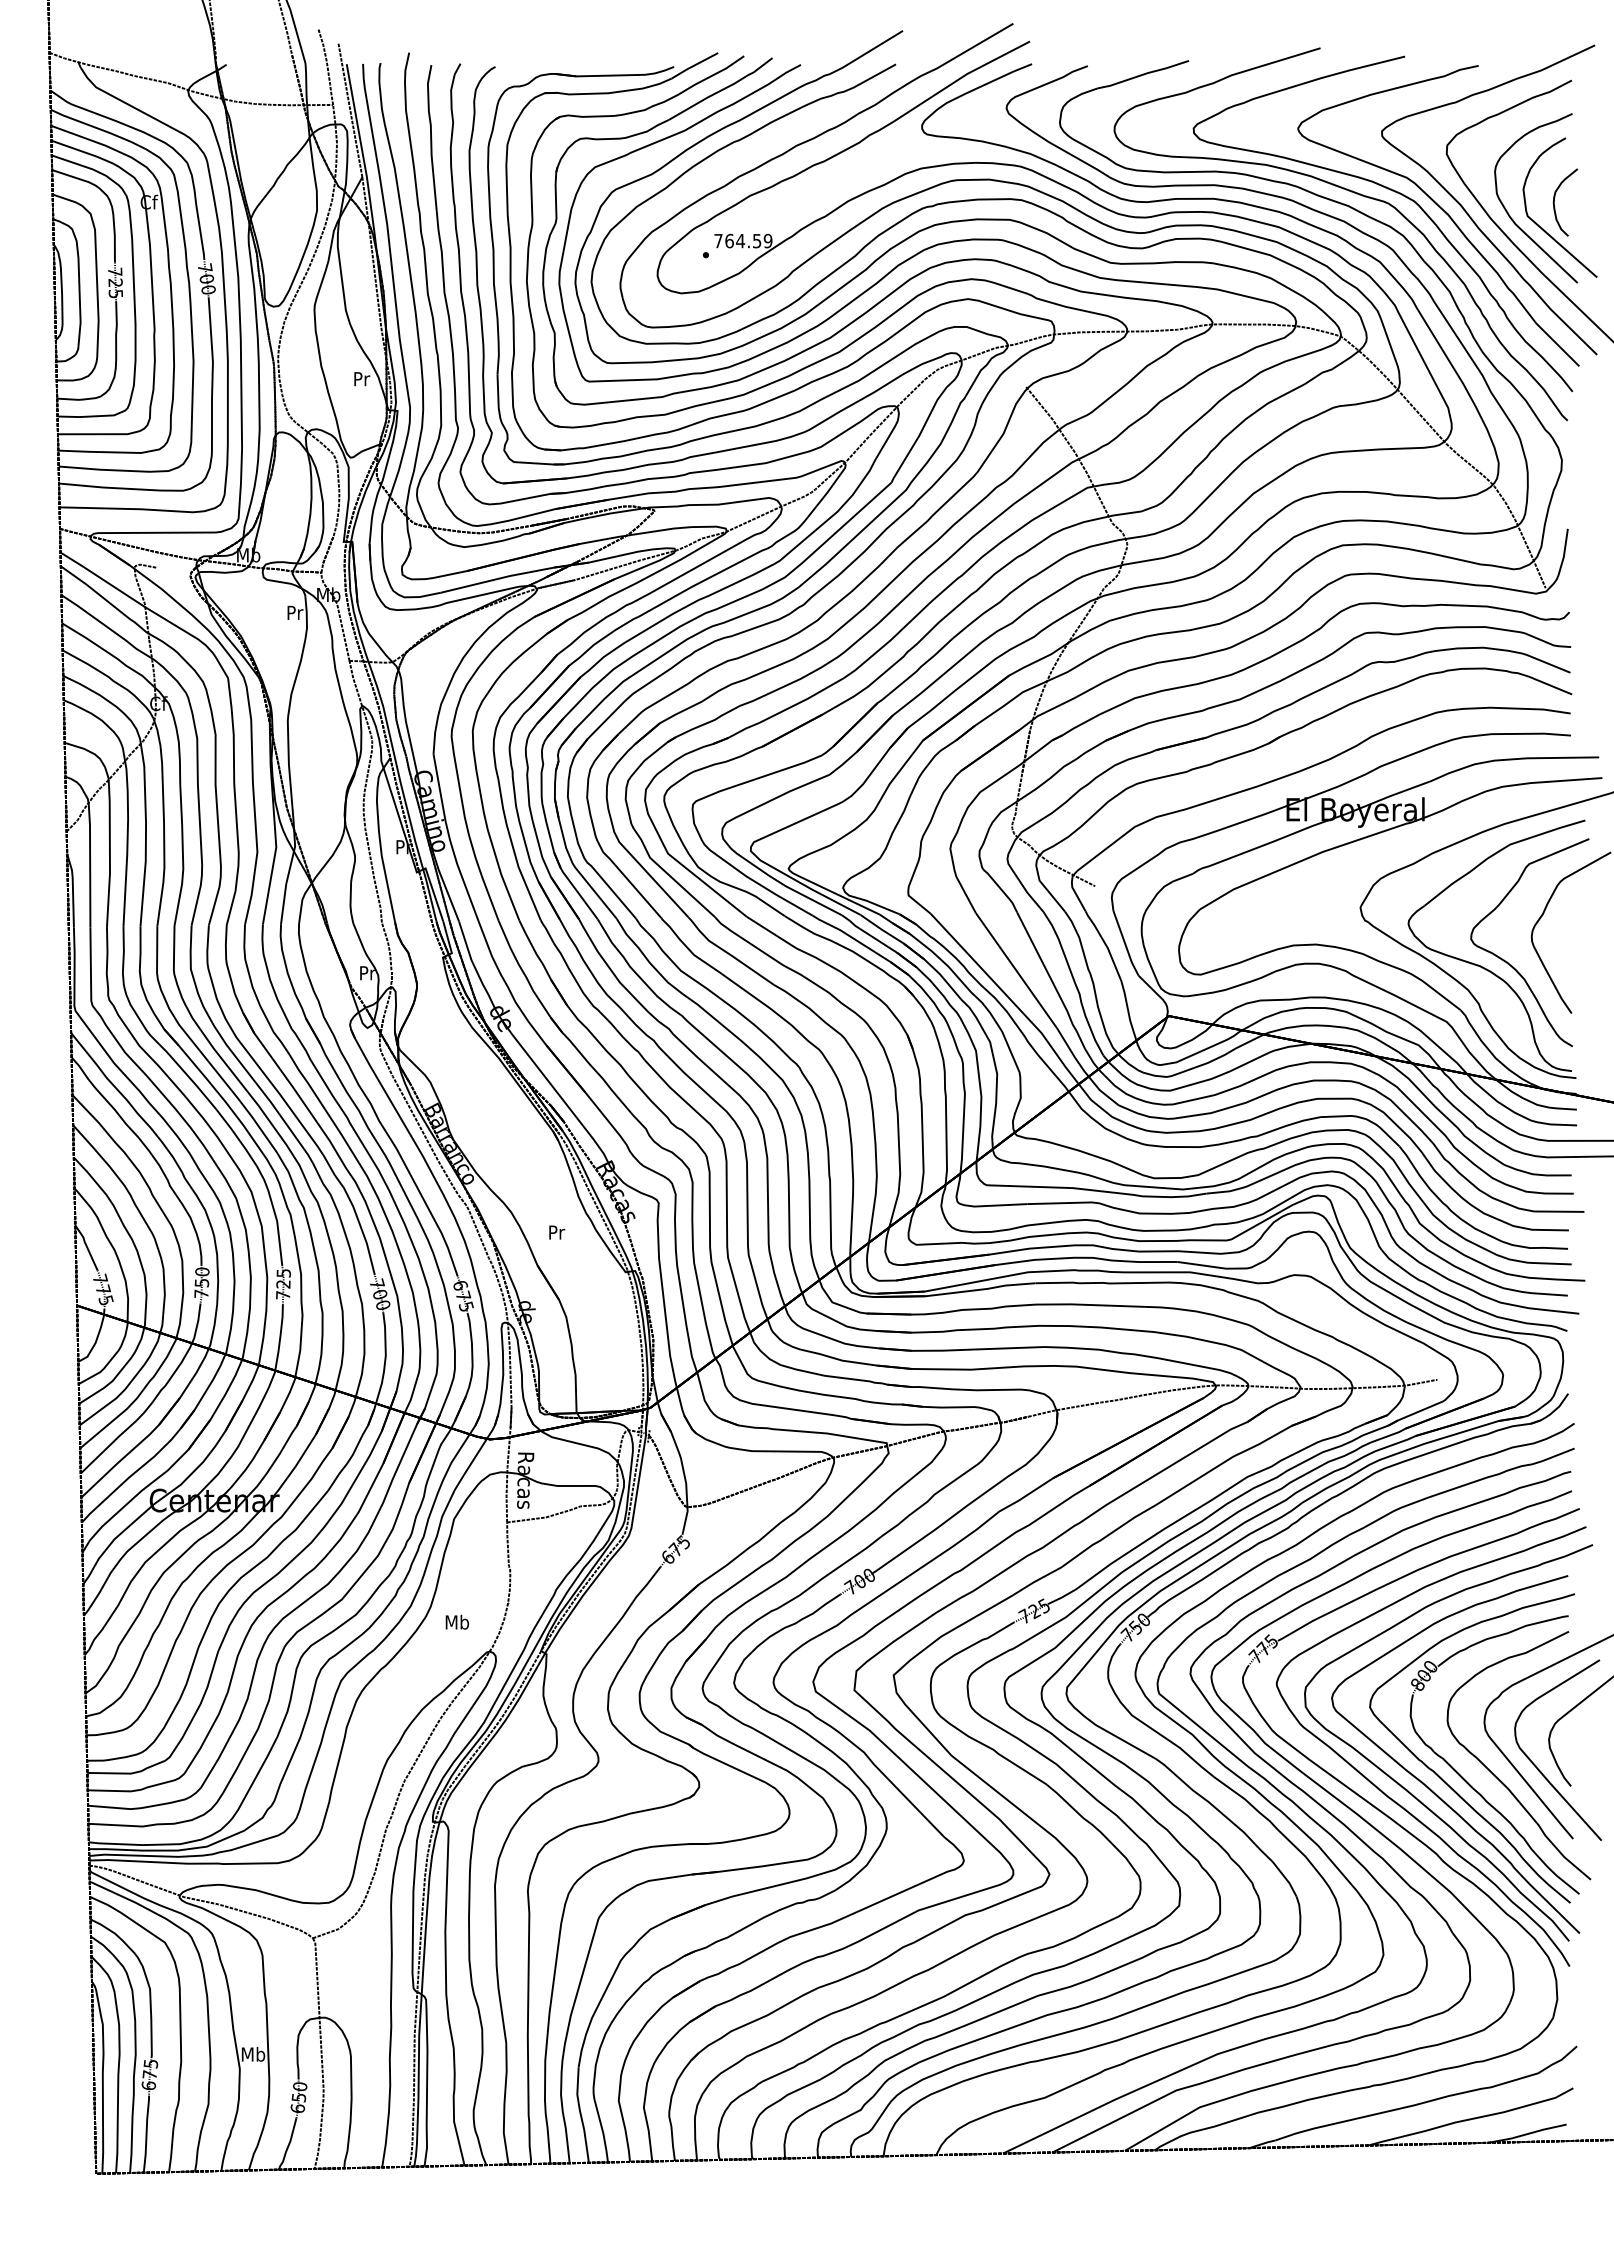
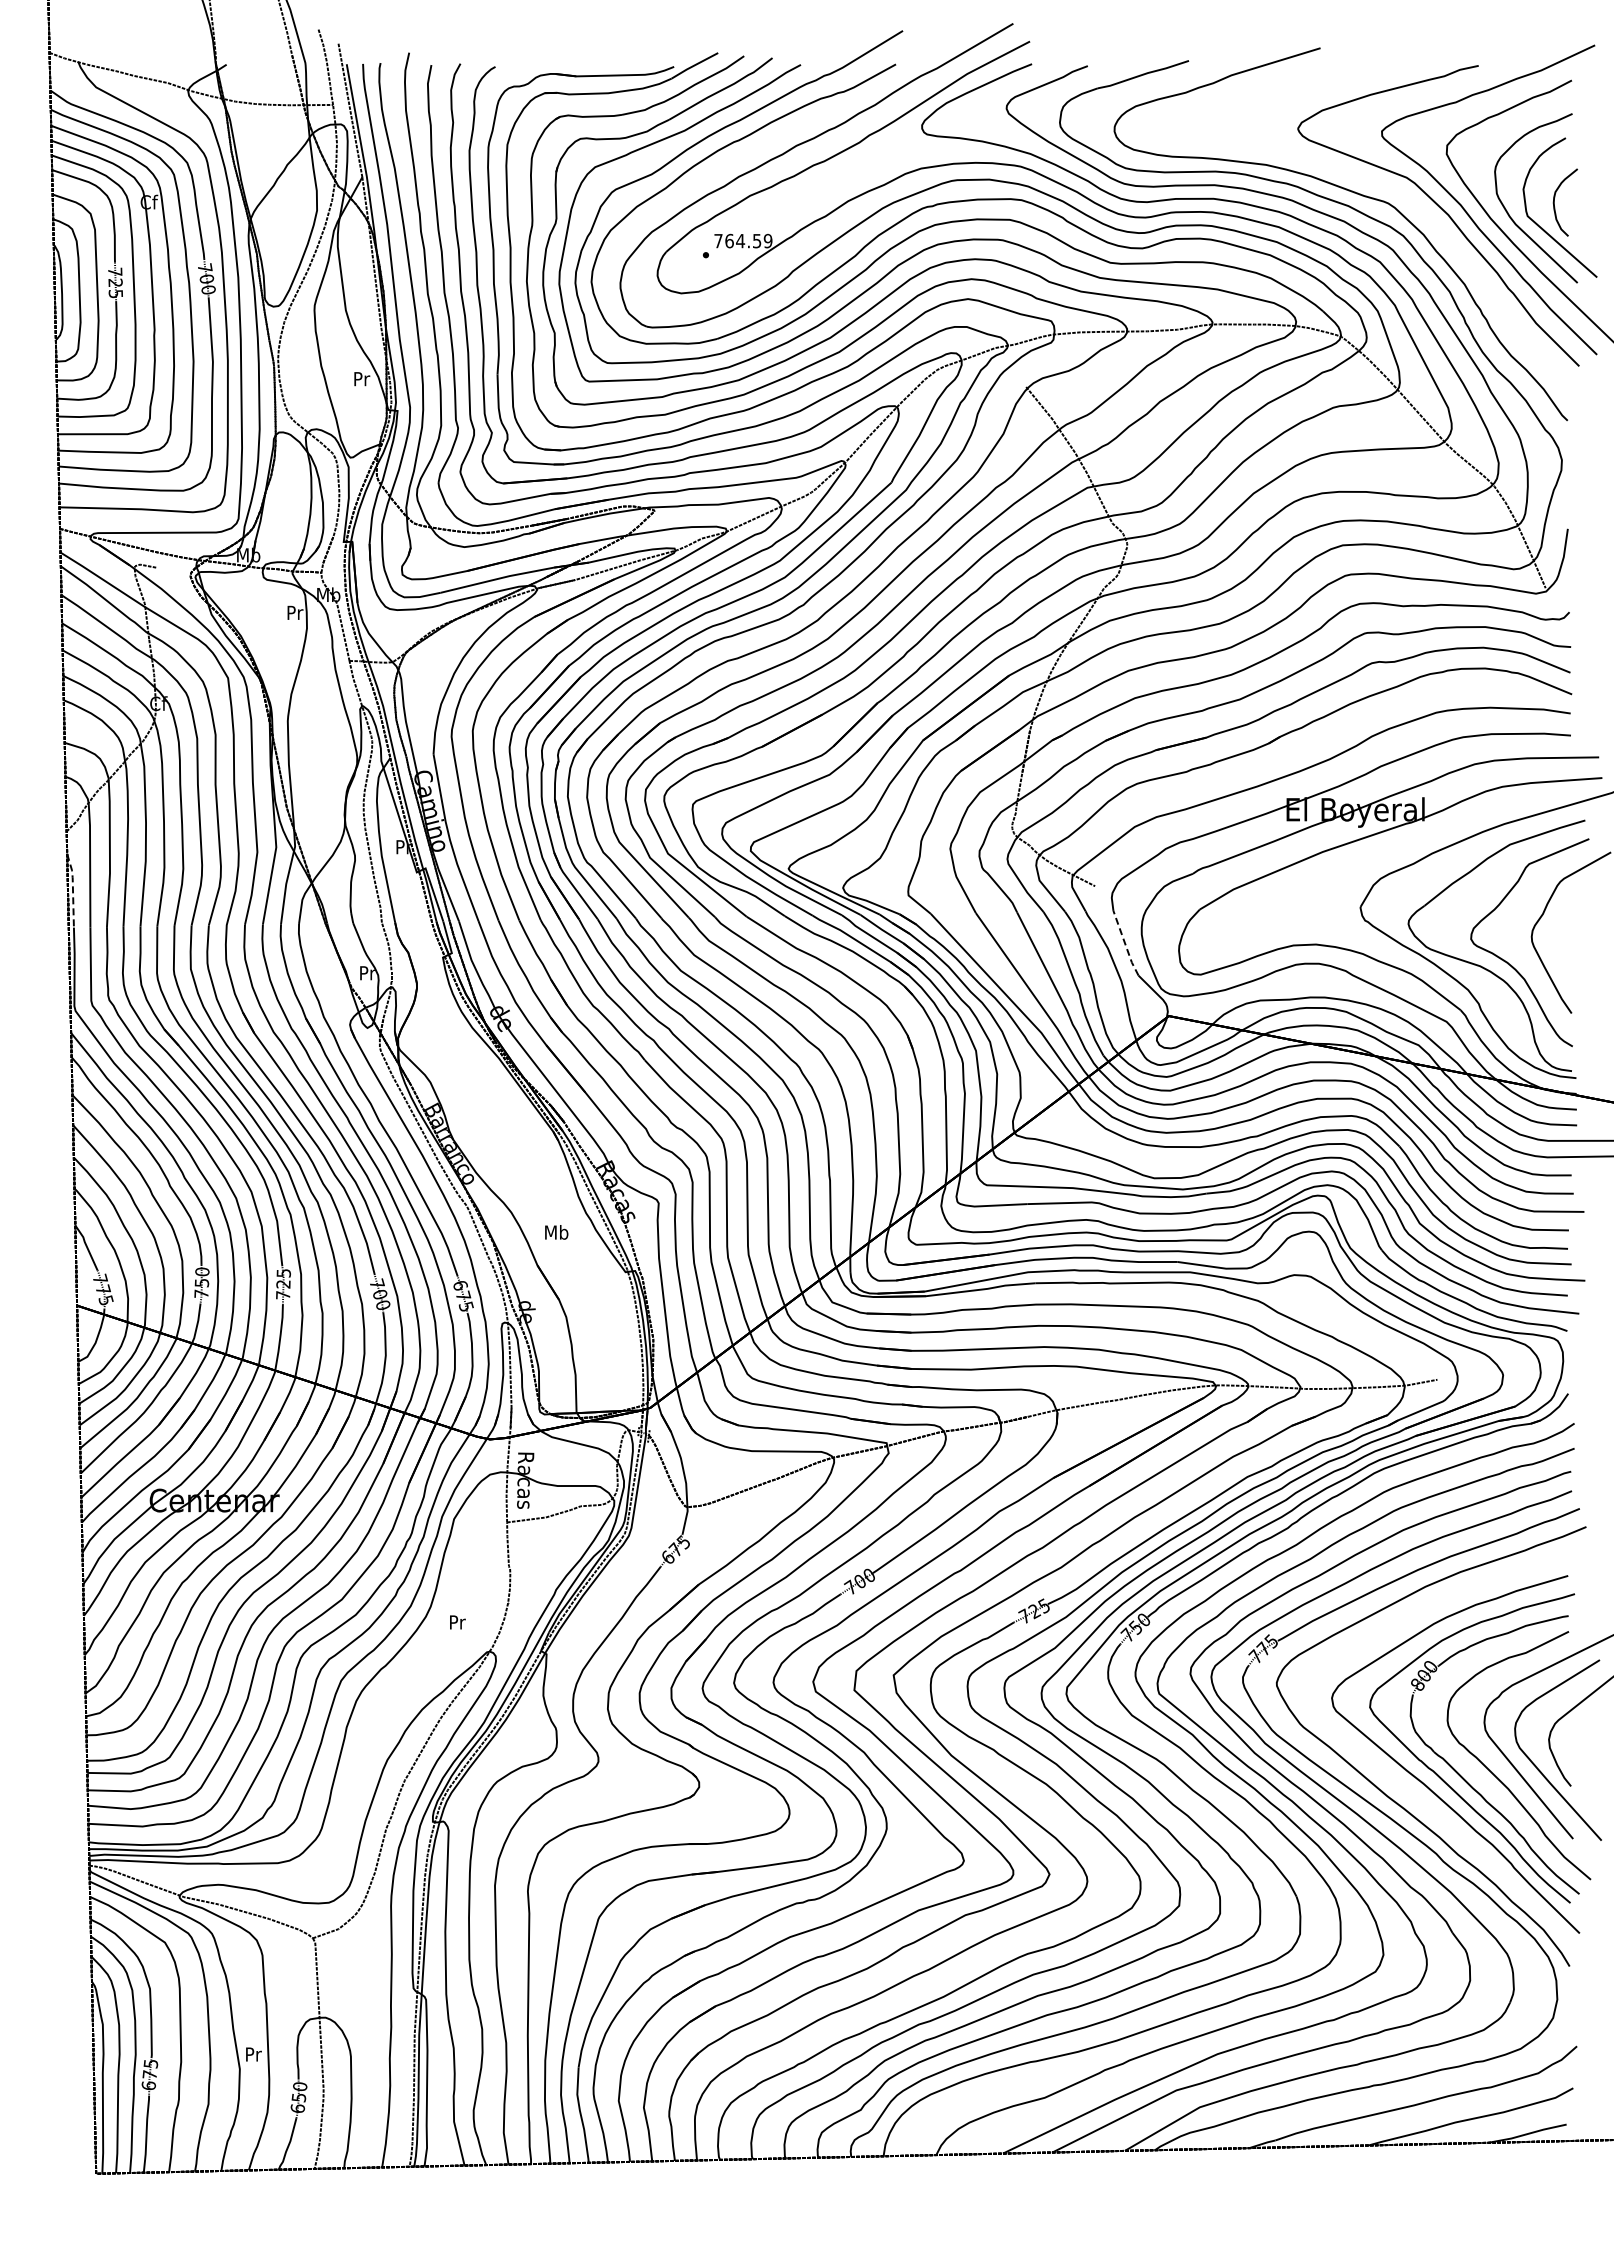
curve at (1394, 192): present -> none
line at (72, 889): solid -> dashed
line at (1125, 943): solid -> dashed
text at (556, 1232): Pr -> Mb
text at (457, 1621): Mb -> Pr
curve at (1407, 1789): present -> none
text at (253, 2054): Mb -> Pr
